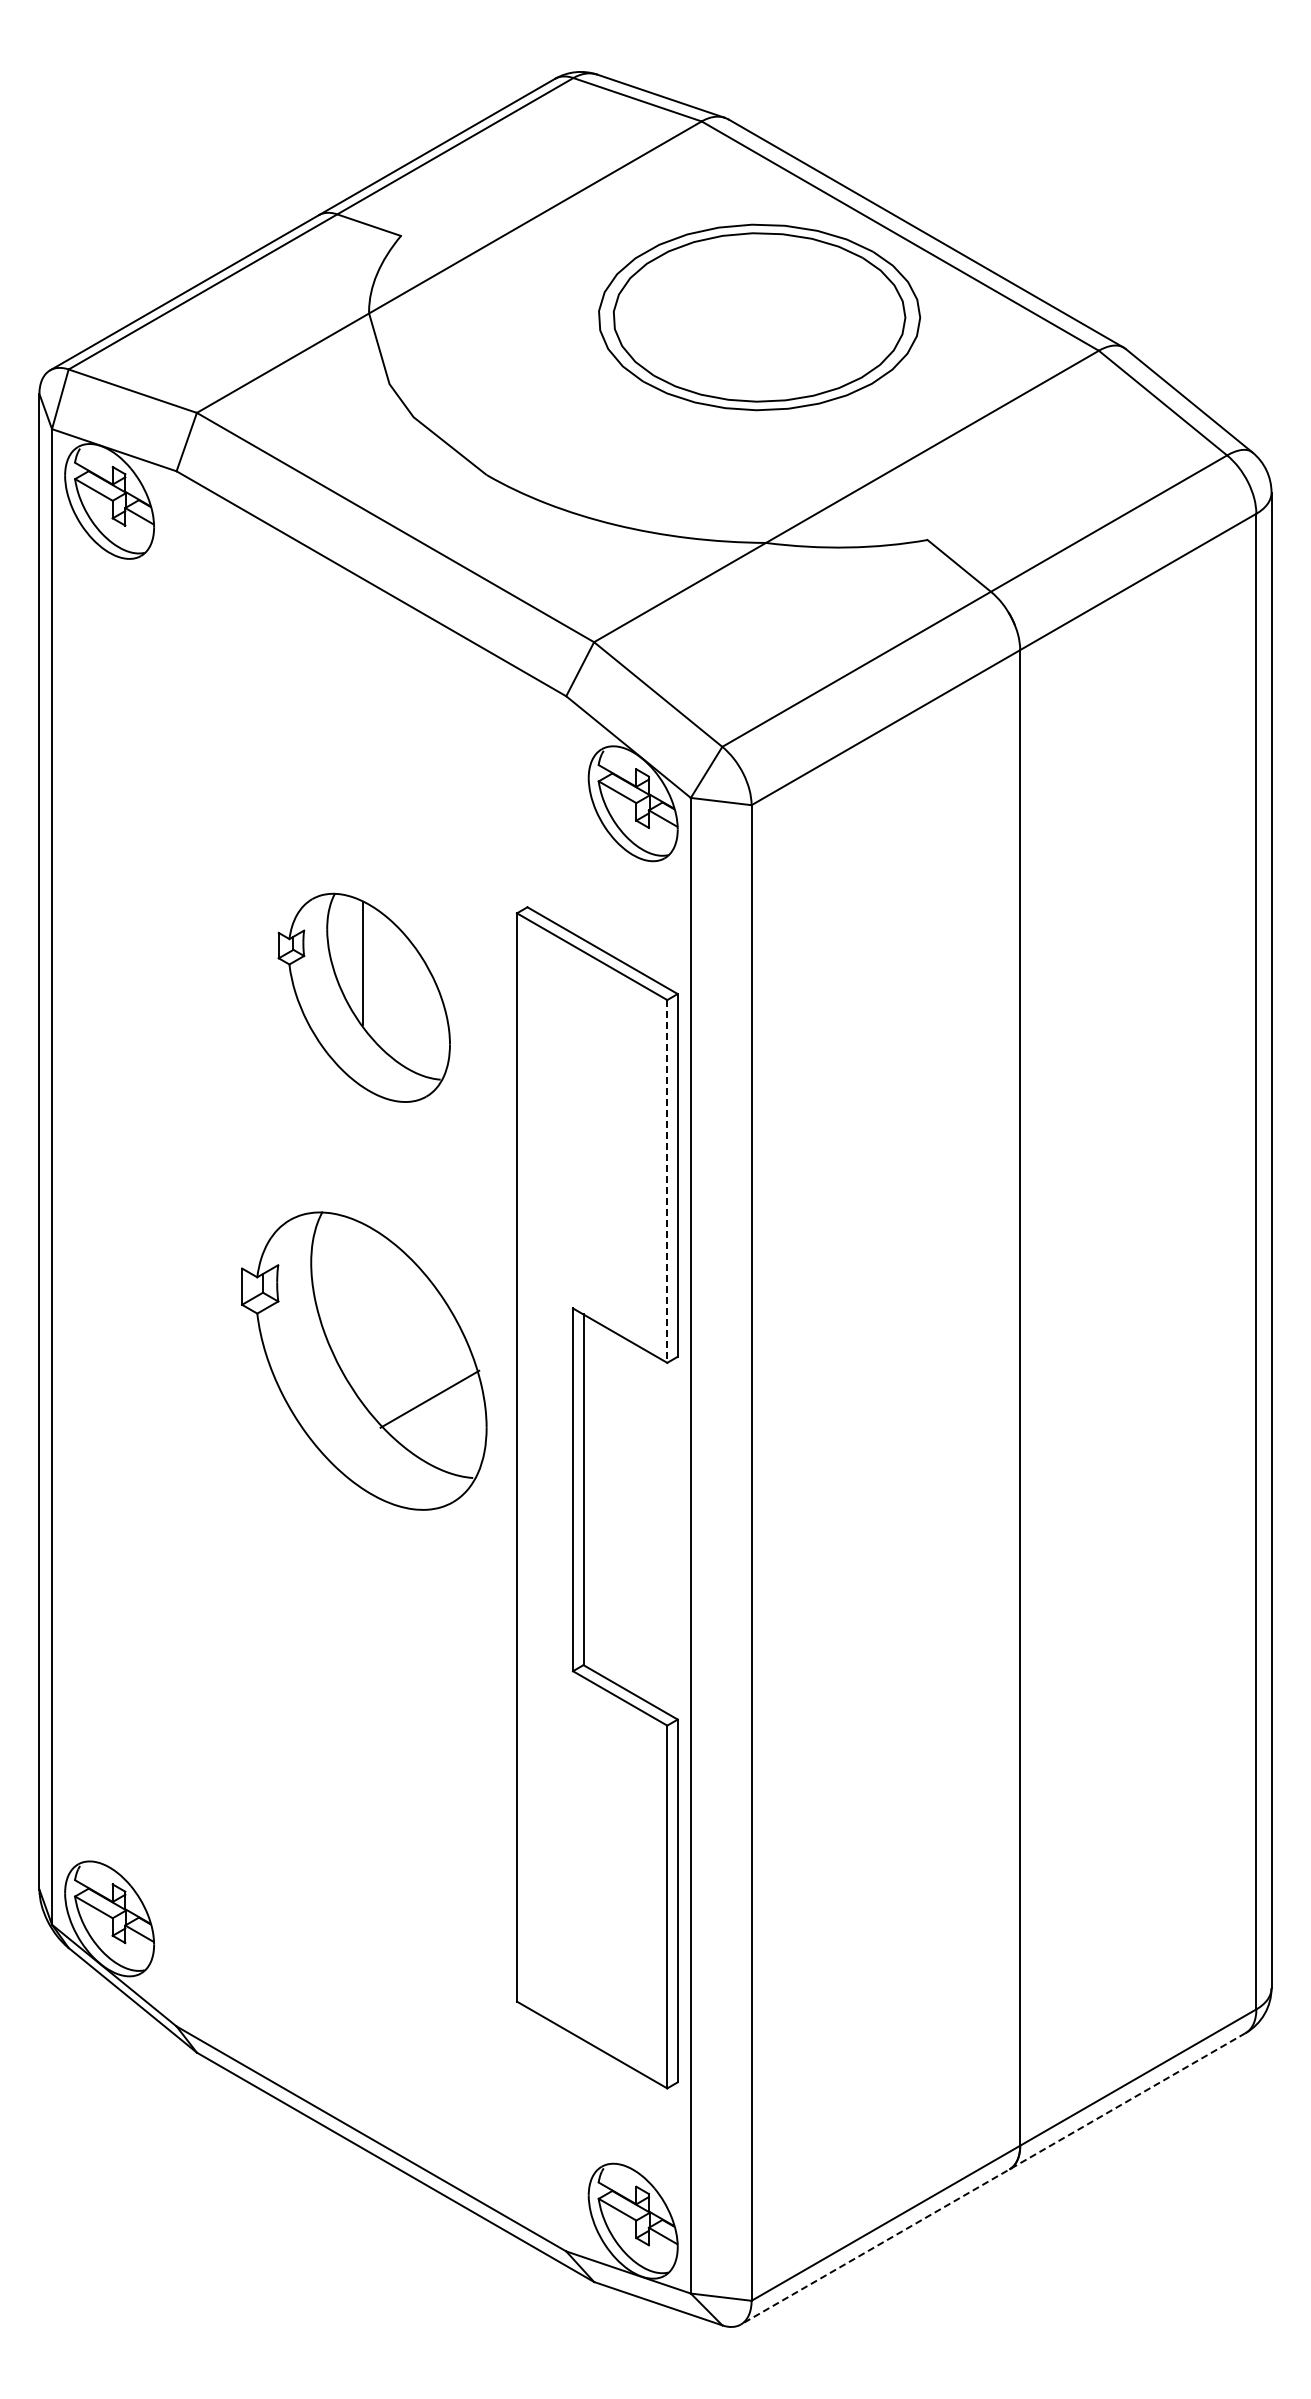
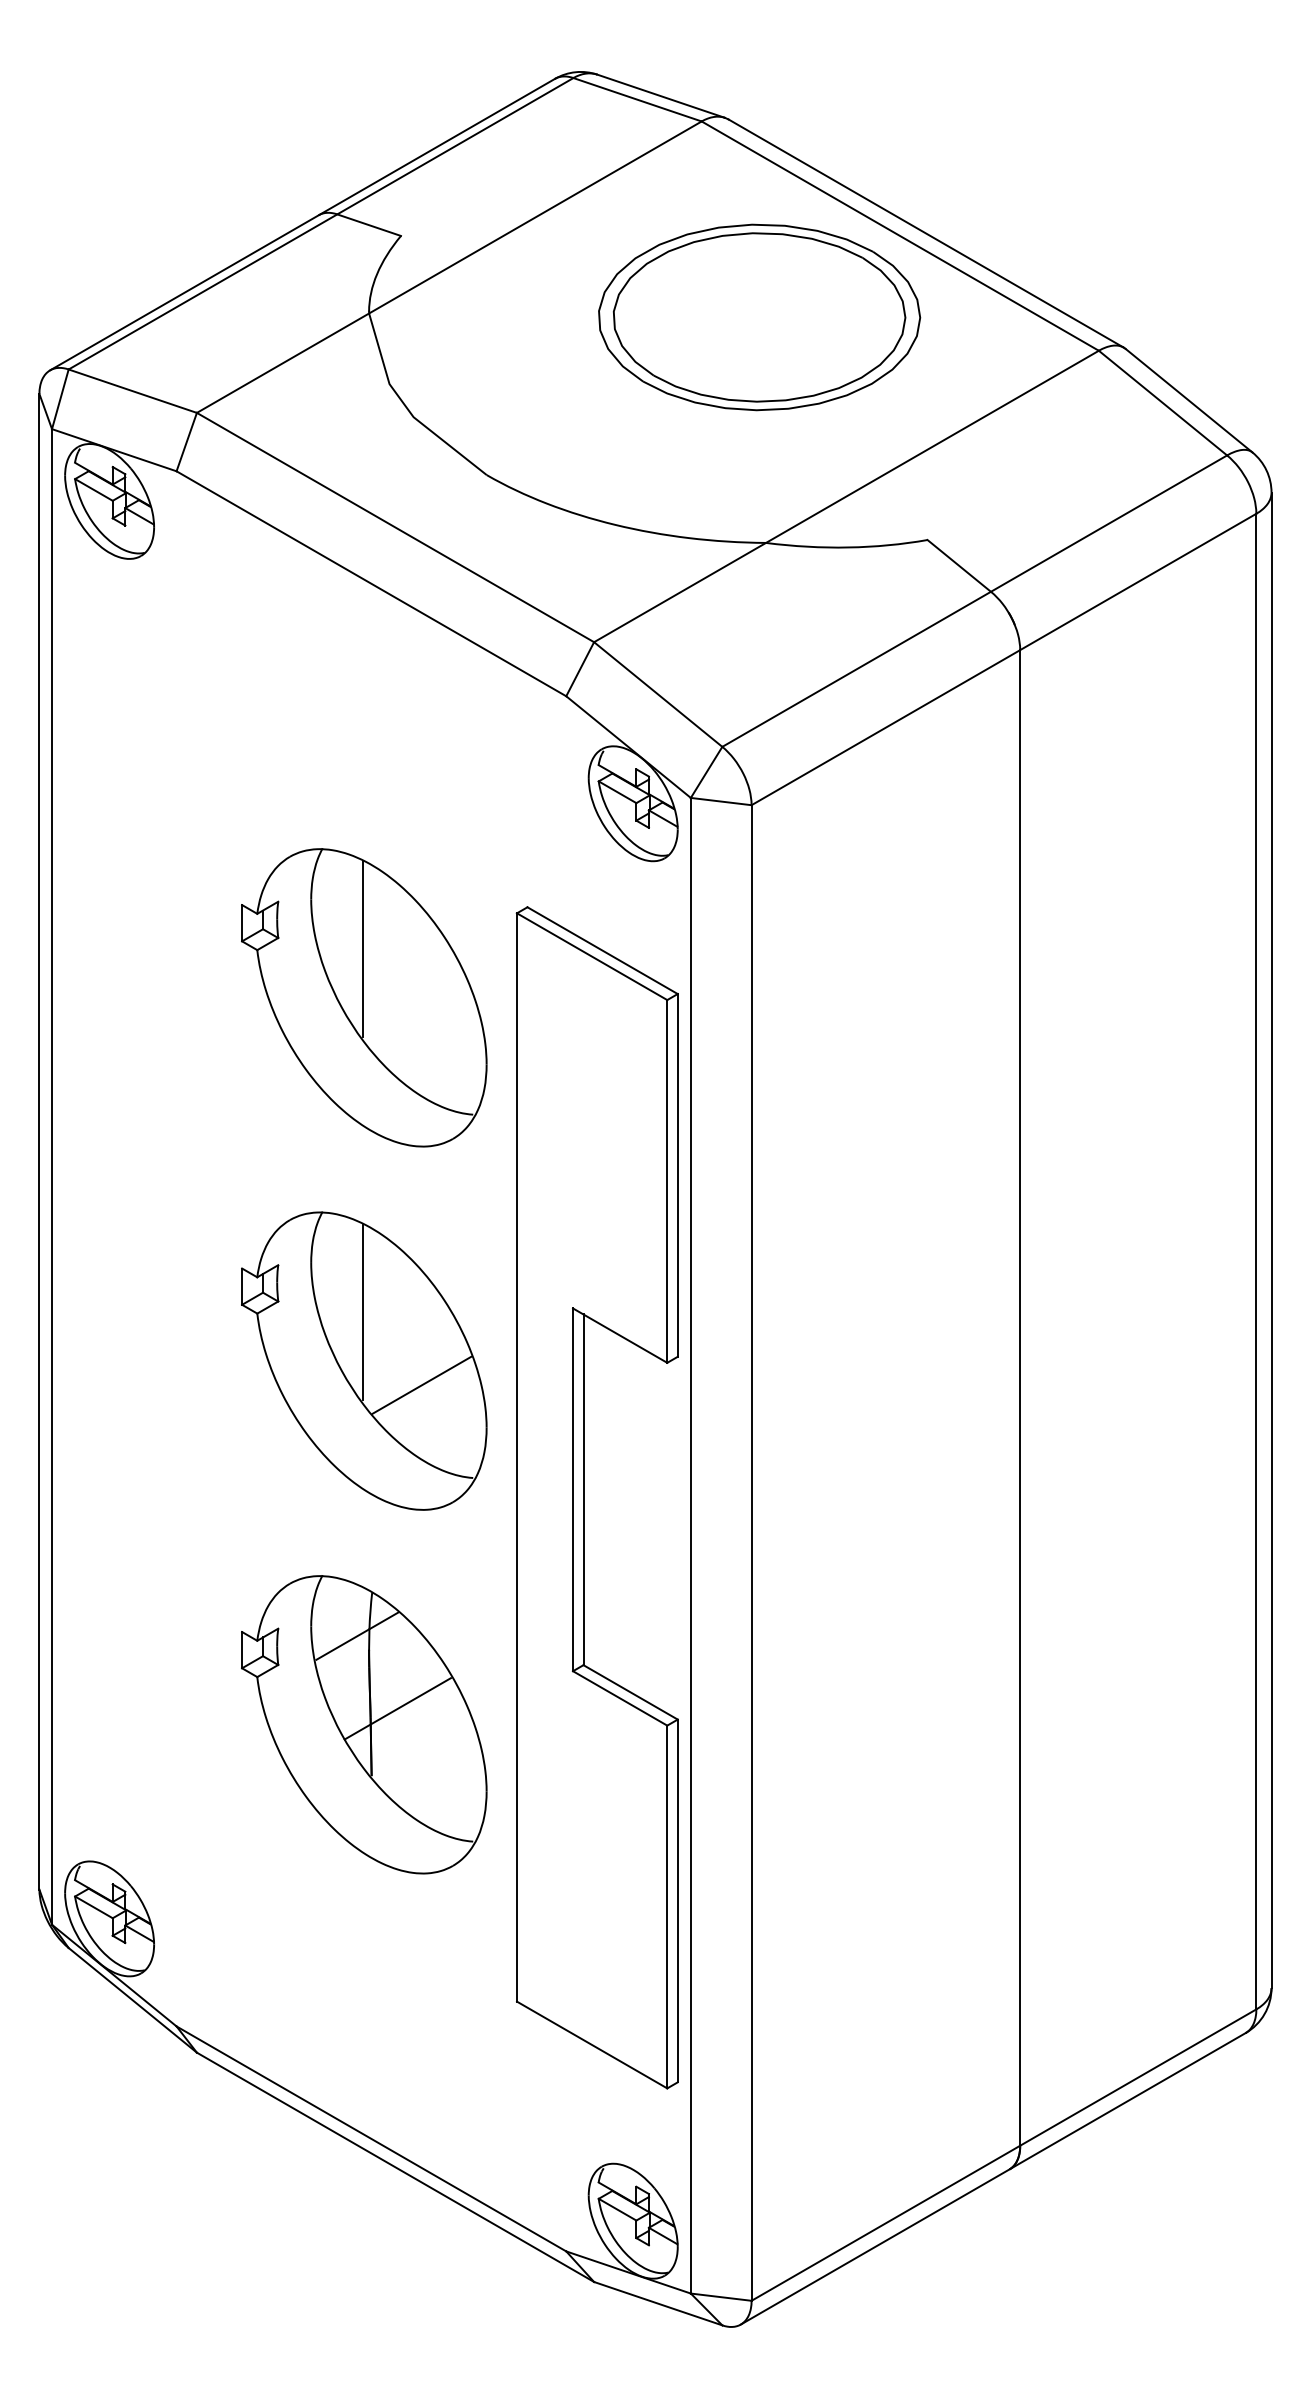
part at (363, 997) size: 174x211 px -> 247x300 px
line at (667, 1181): dashed -> solid
line at (362, 1312): none -> present
line at (429, 1398) position: (429, 1398) -> (421, 1384)
part at (364, 1724): none -> present
line at (992, 2179): dashed -> solid
